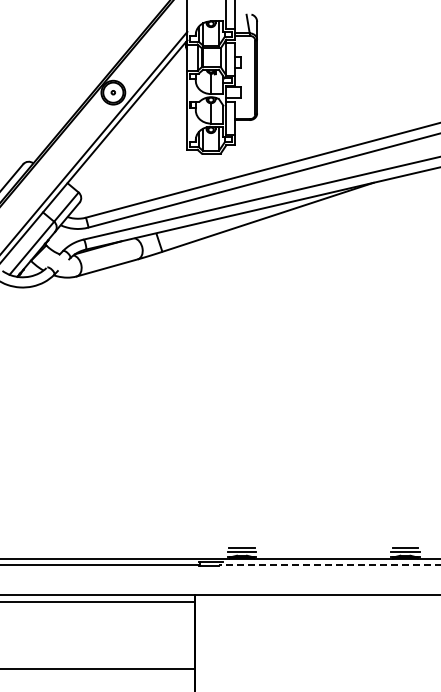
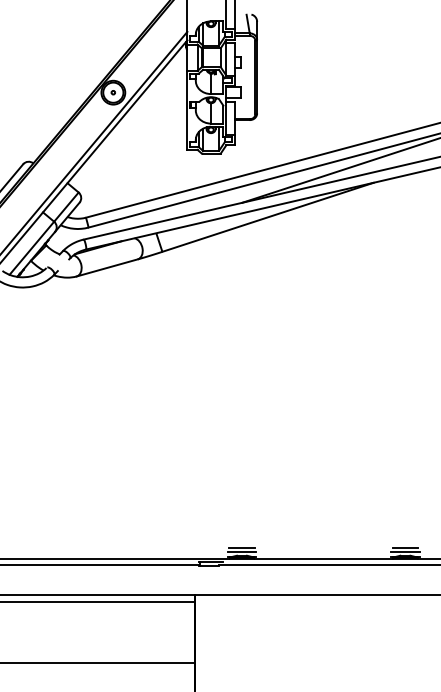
line at (339, 170): none -> present
line at (329, 565): dashed -> solid
line at (98, 669) position: (98, 669) -> (98, 663)
